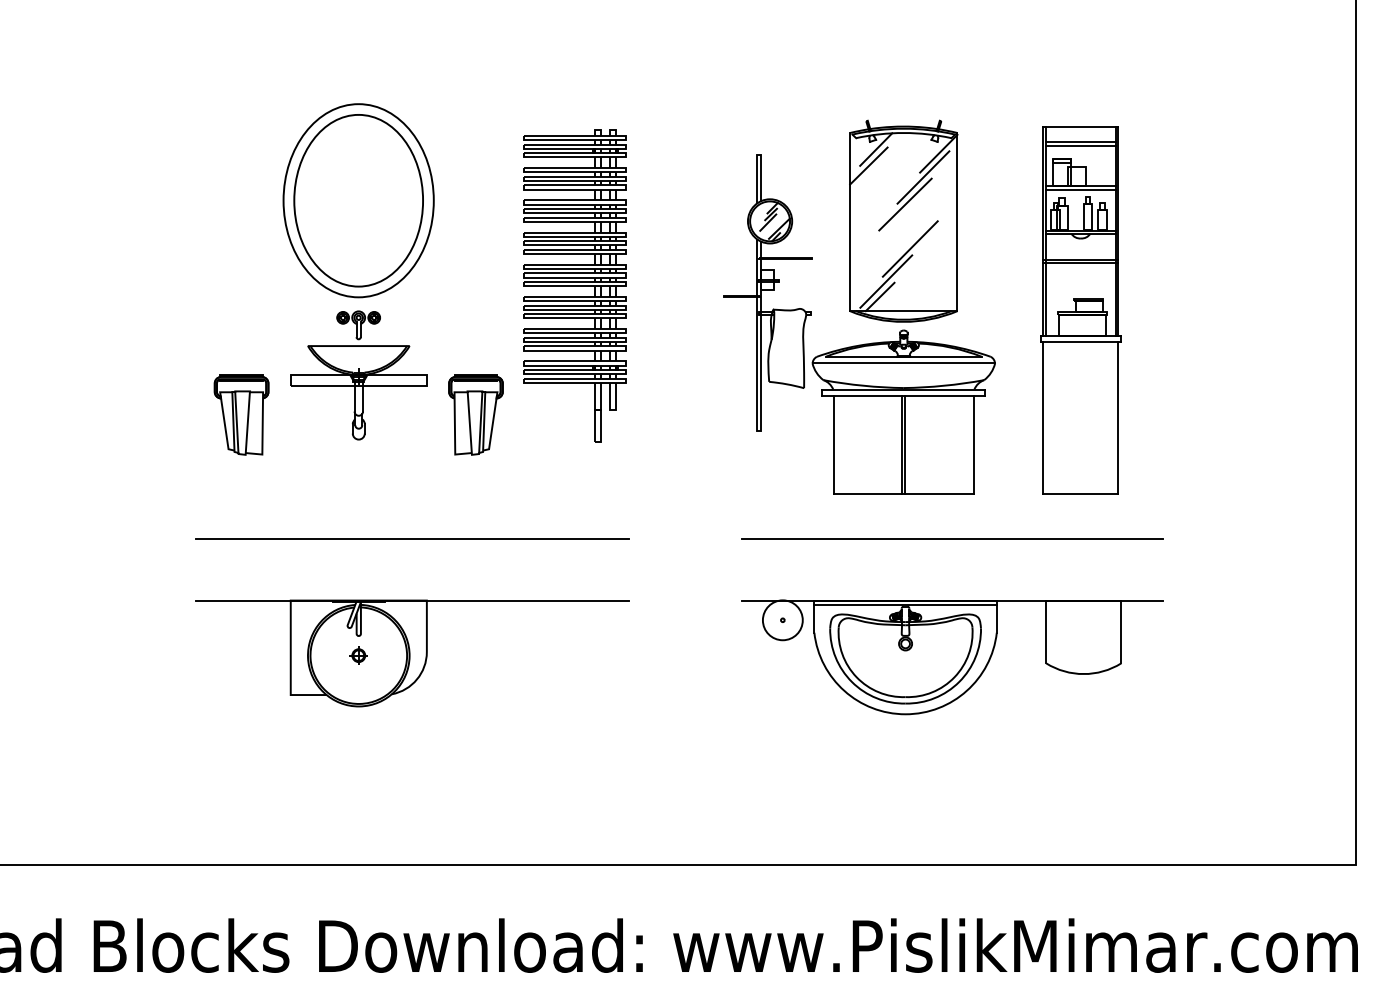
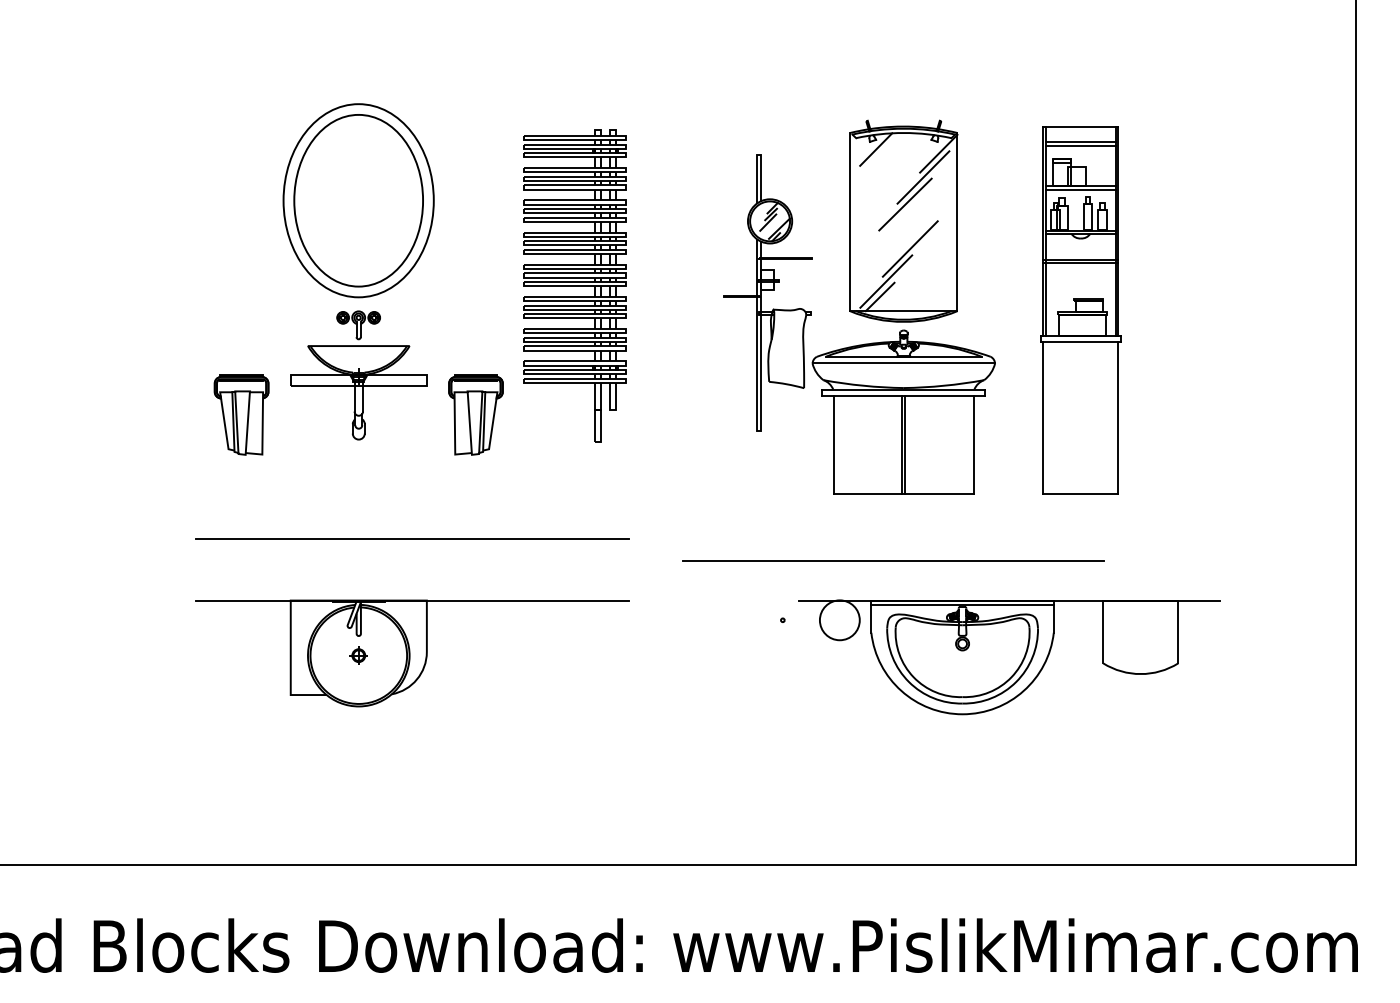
line at (868, 165): present -> none
line at (952, 538) position: (952, 538) -> (893, 560)
part at (952, 657) position: (952, 657) -> (1009, 657)
